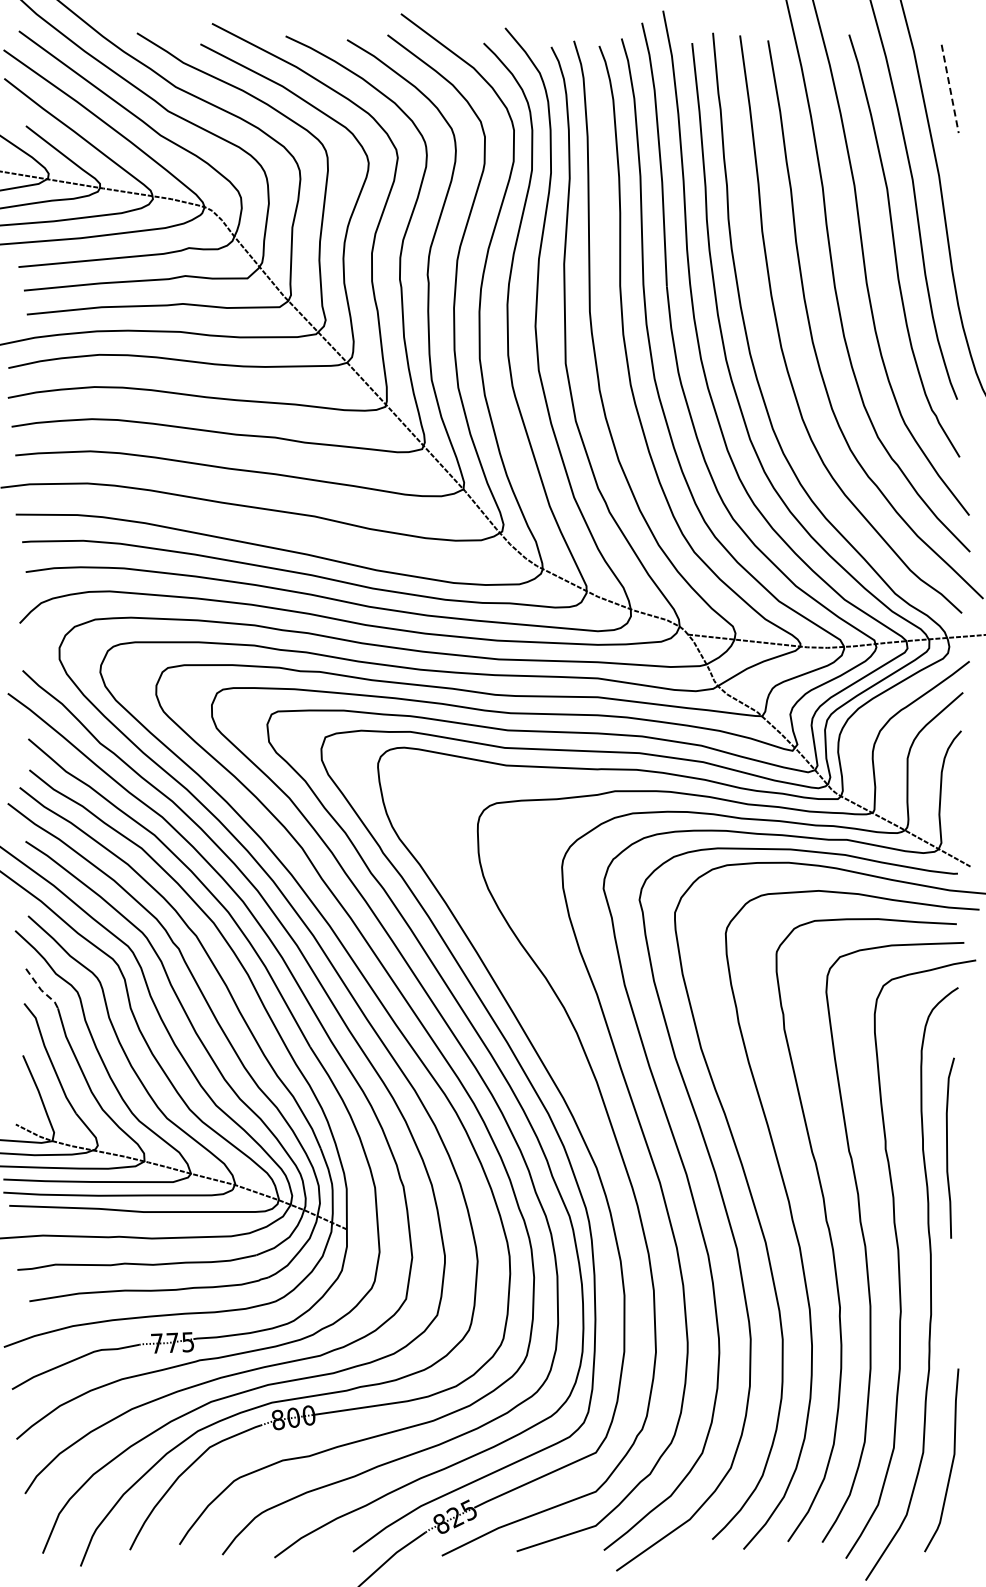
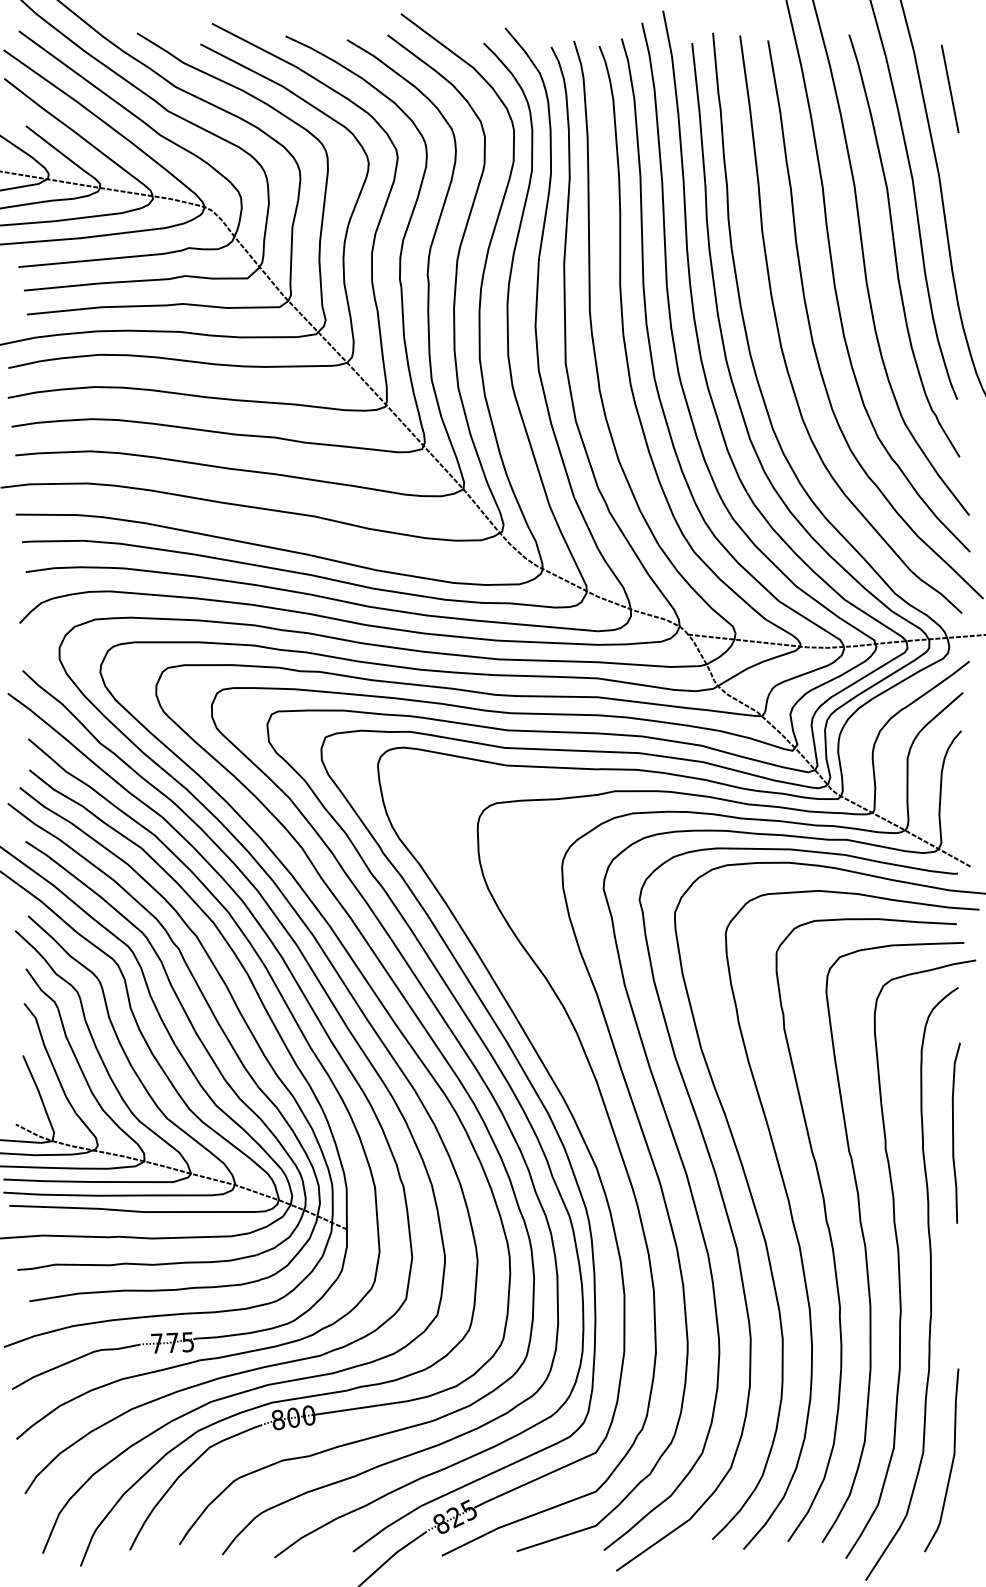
line at (950, 88): dashed -> solid
line at (41, 990): dashed -> solid
curve at (947, 1147) position: (947, 1147) -> (953, 1132)
